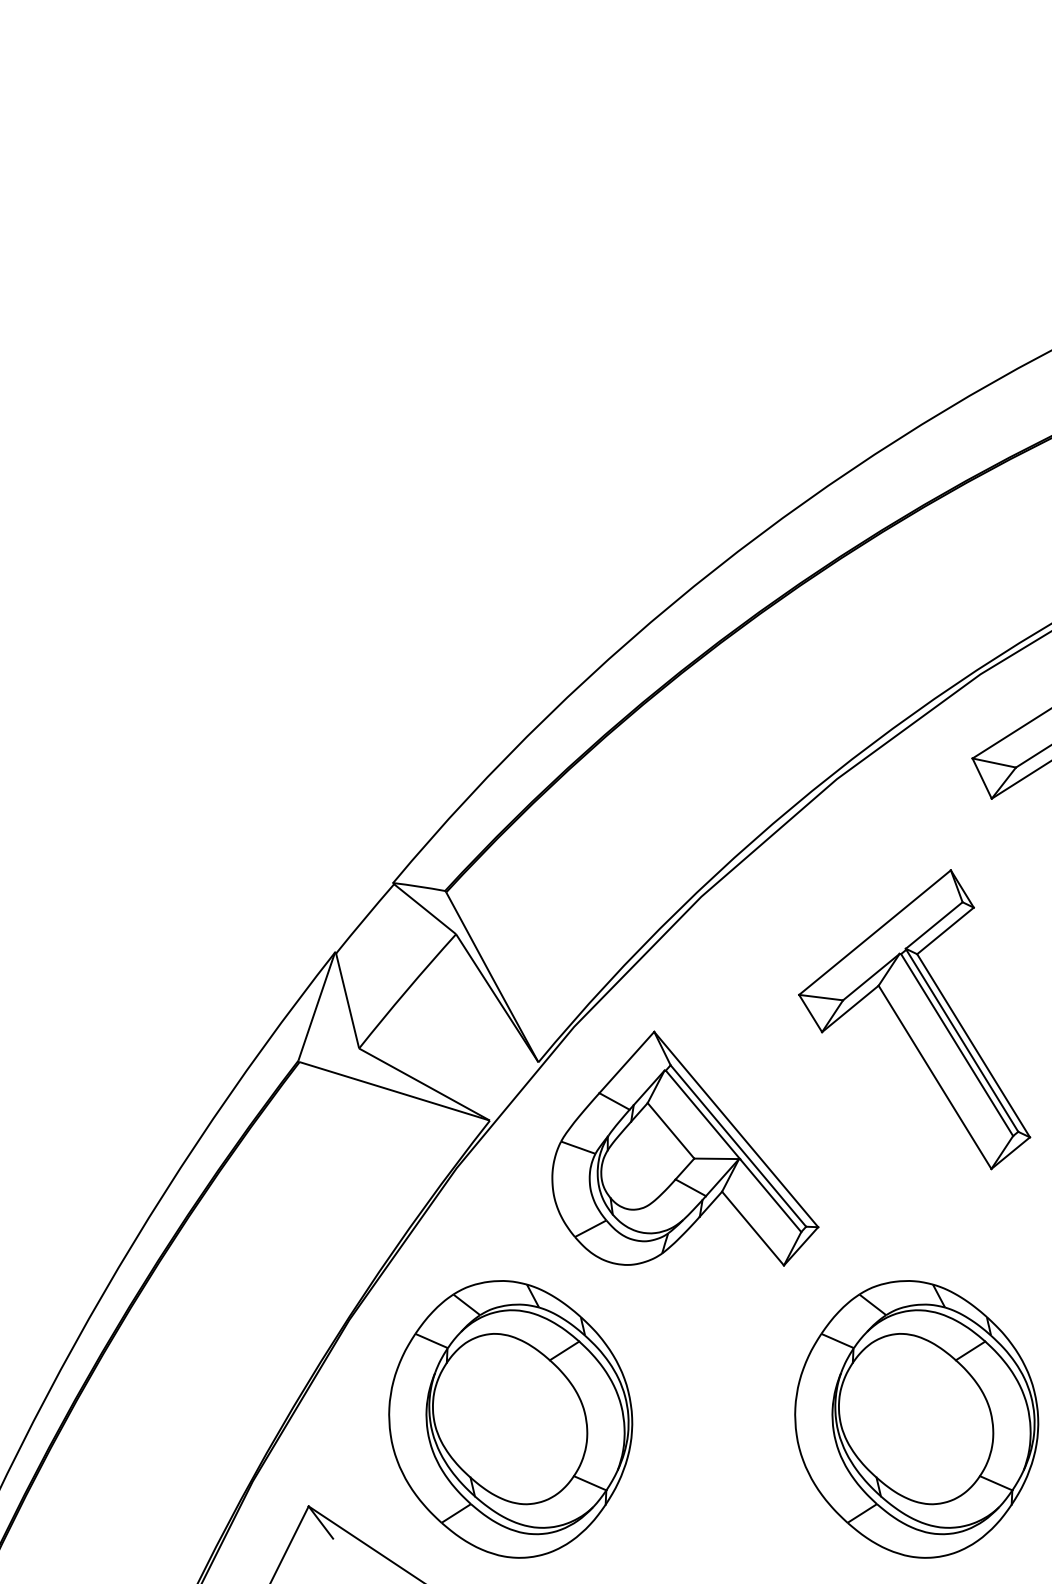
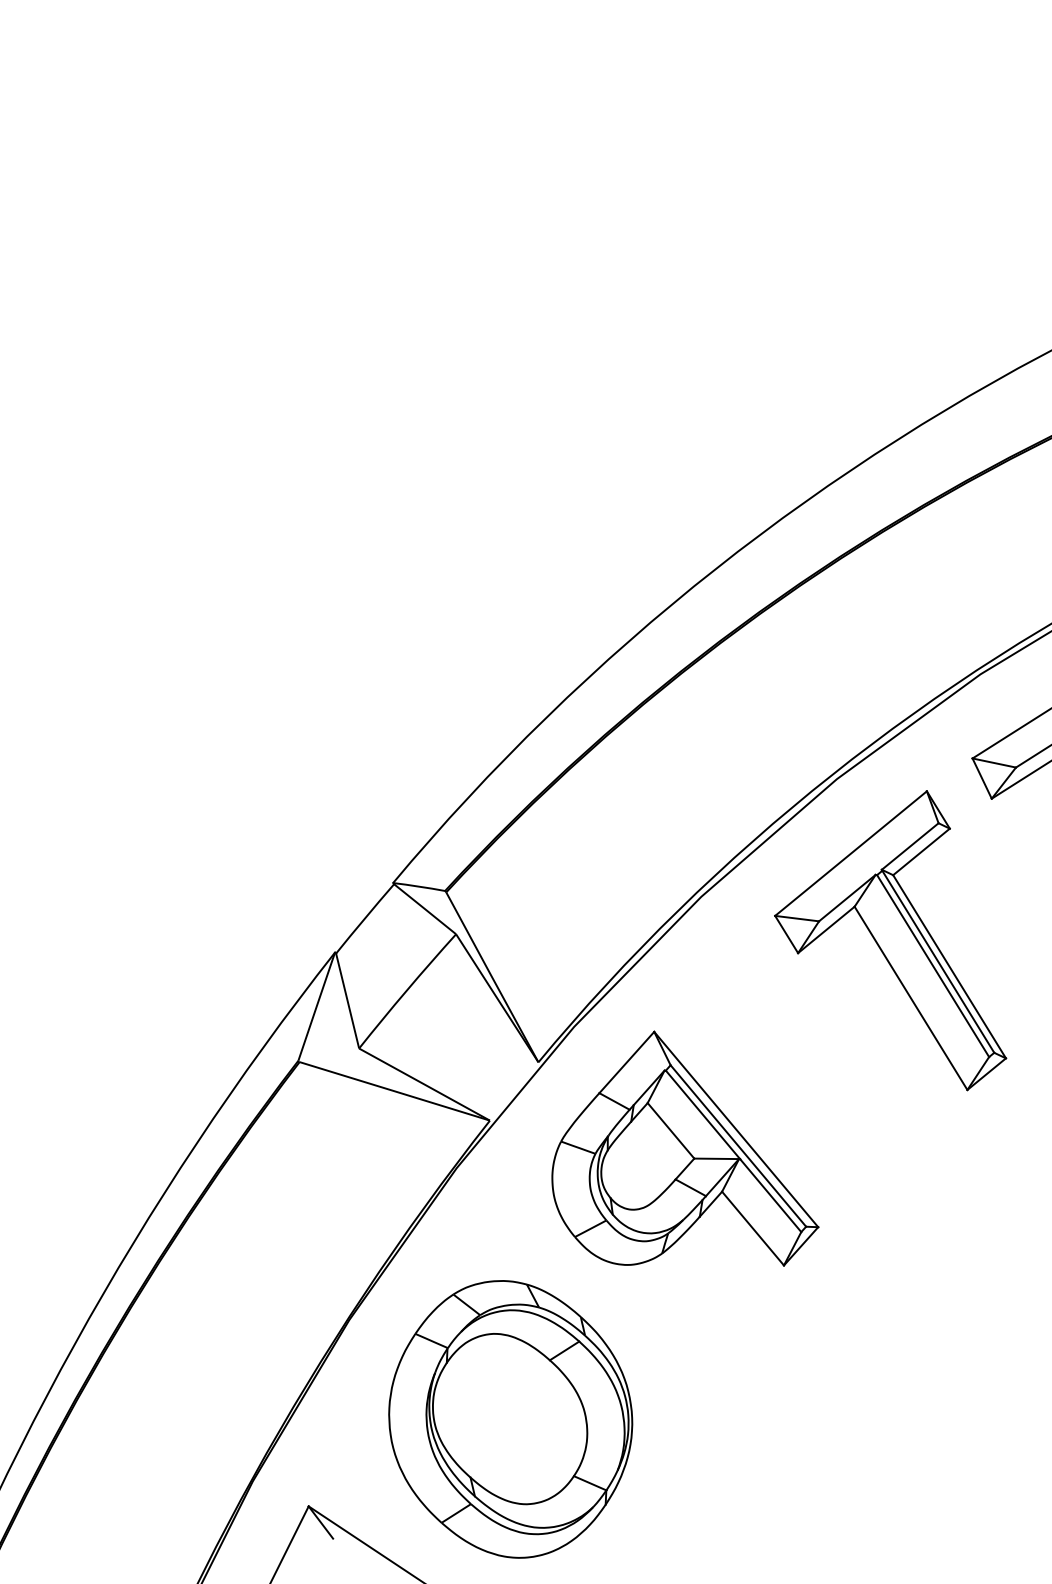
part at (914, 1019) position: (914, 1019) -> (890, 940)
part at (916, 1419): present -> none
